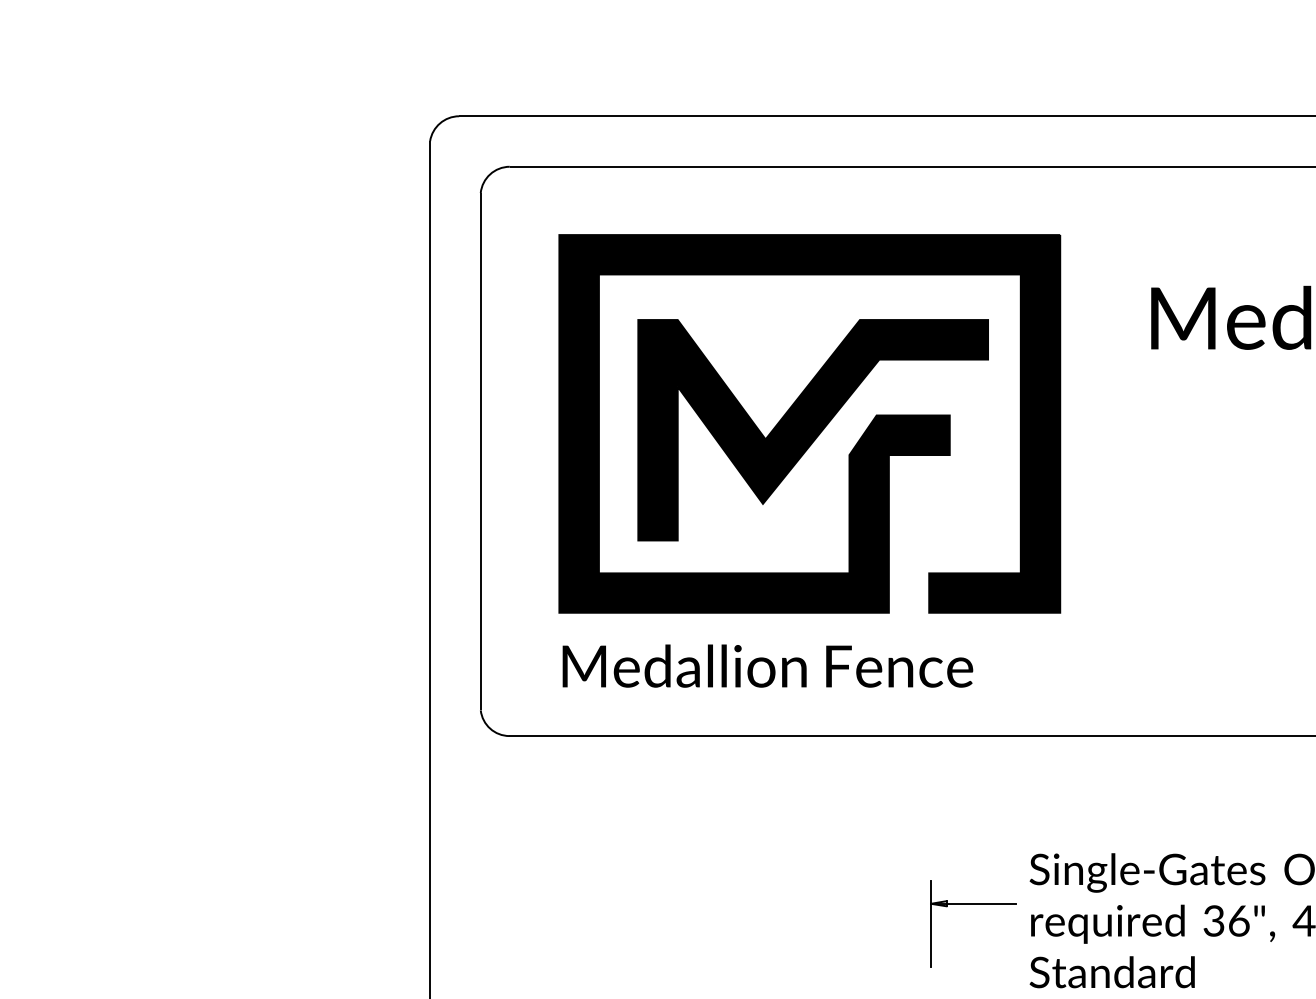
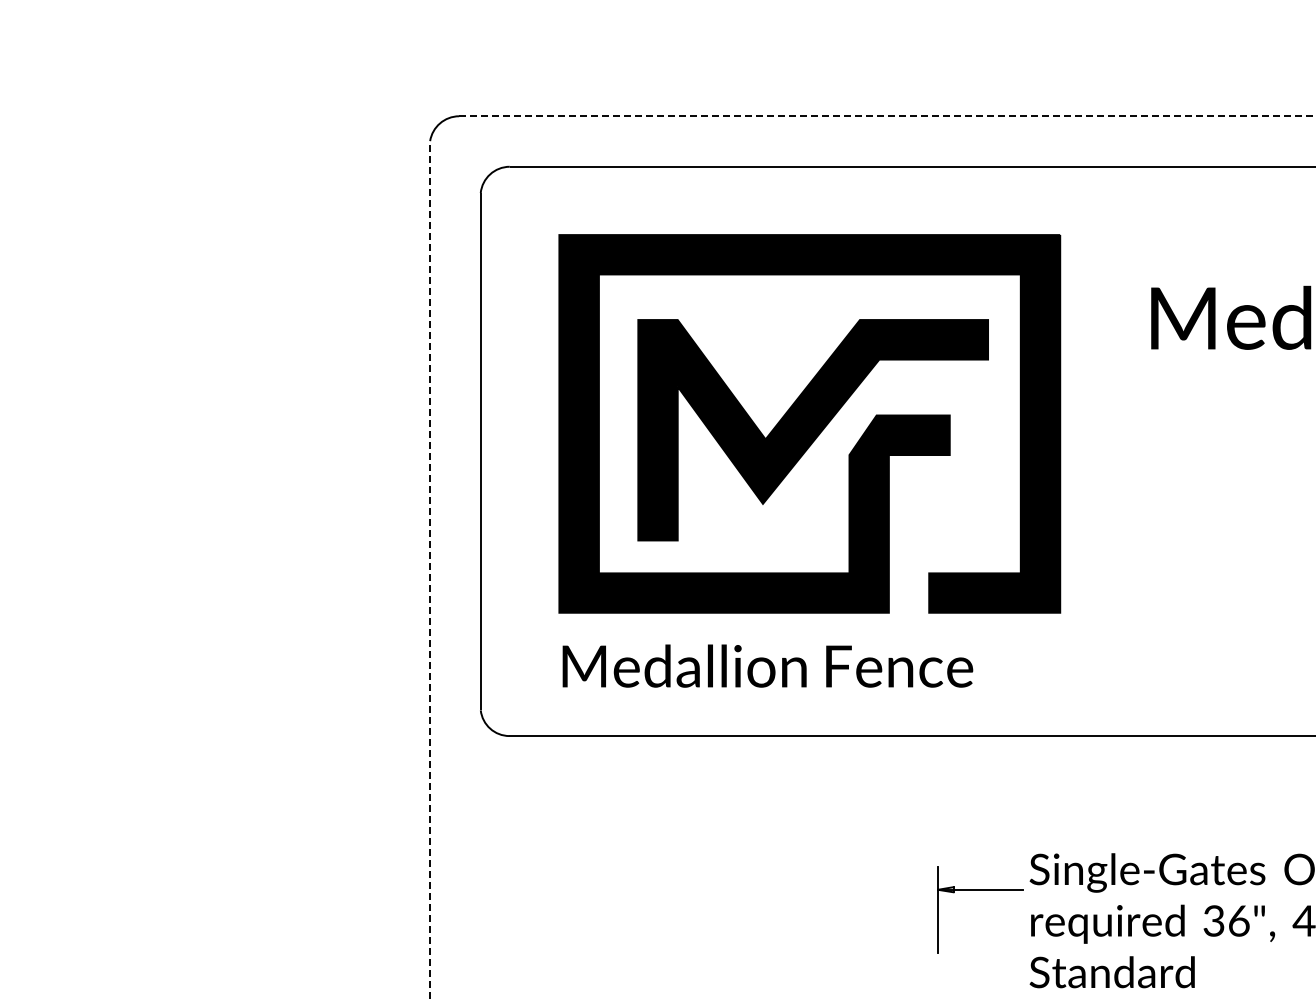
line at (887, 116): solid -> dashed
line at (430, 569): solid -> dashed
part at (973, 904) position: (973, 904) -> (980, 890)
